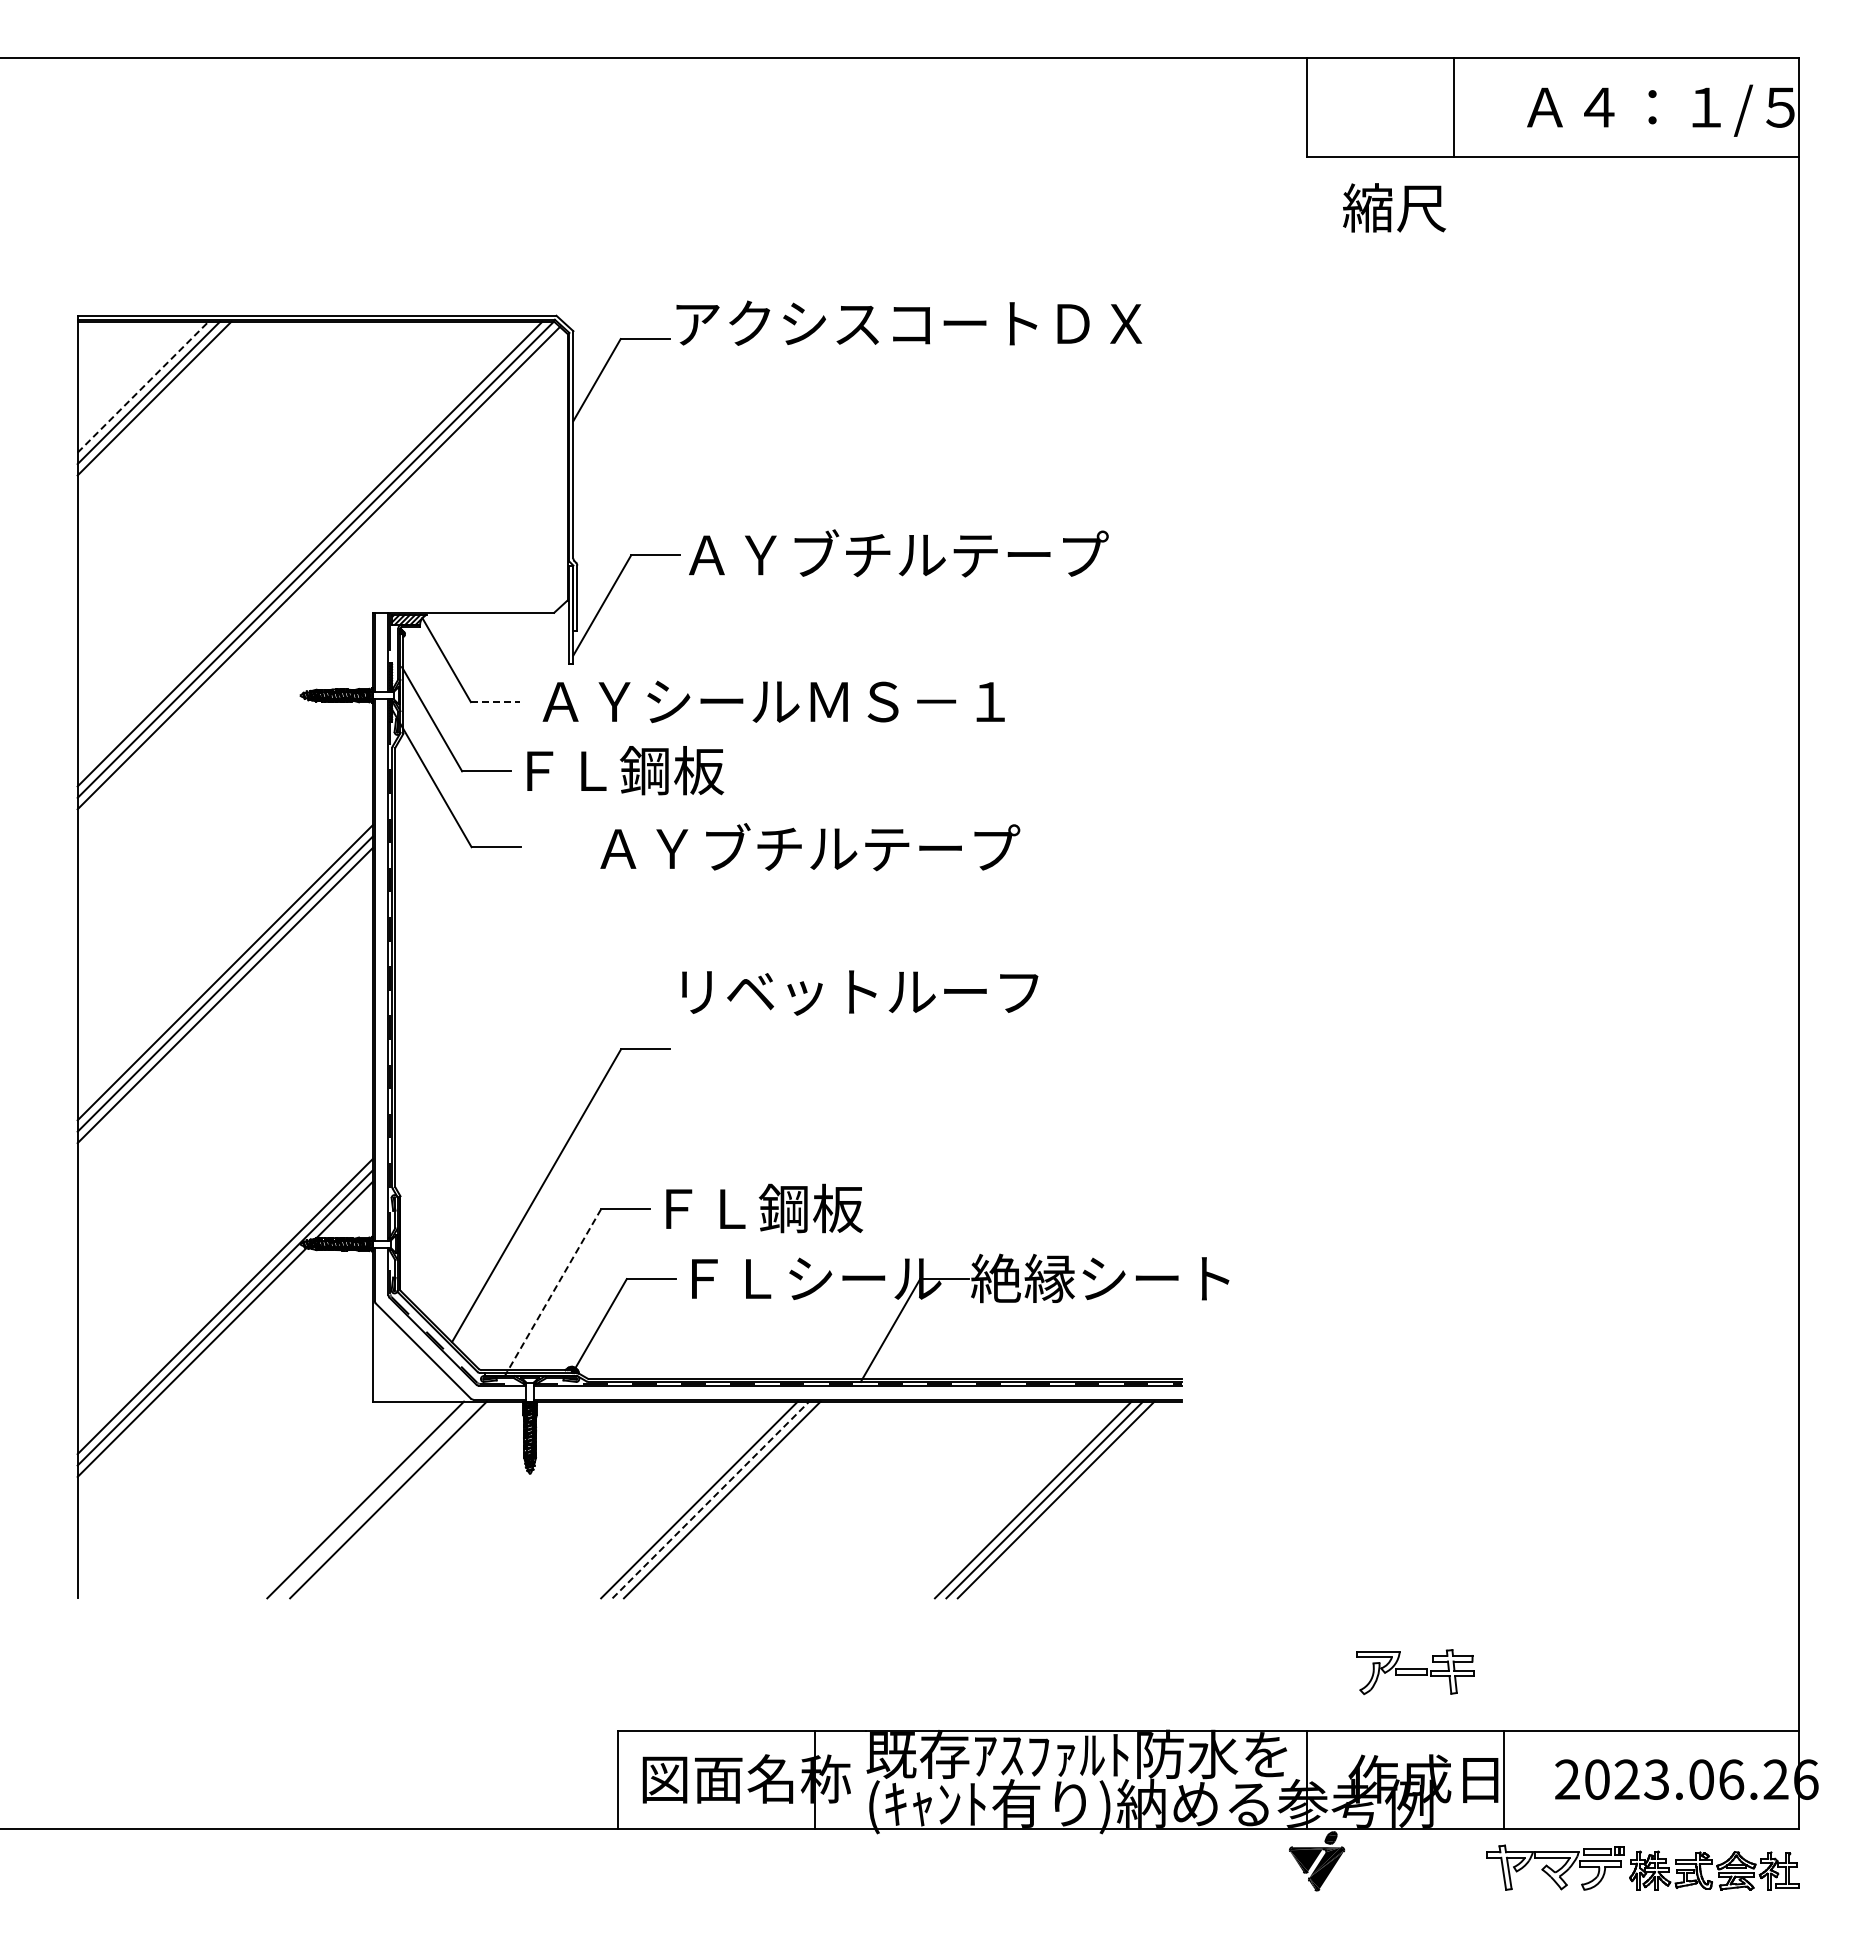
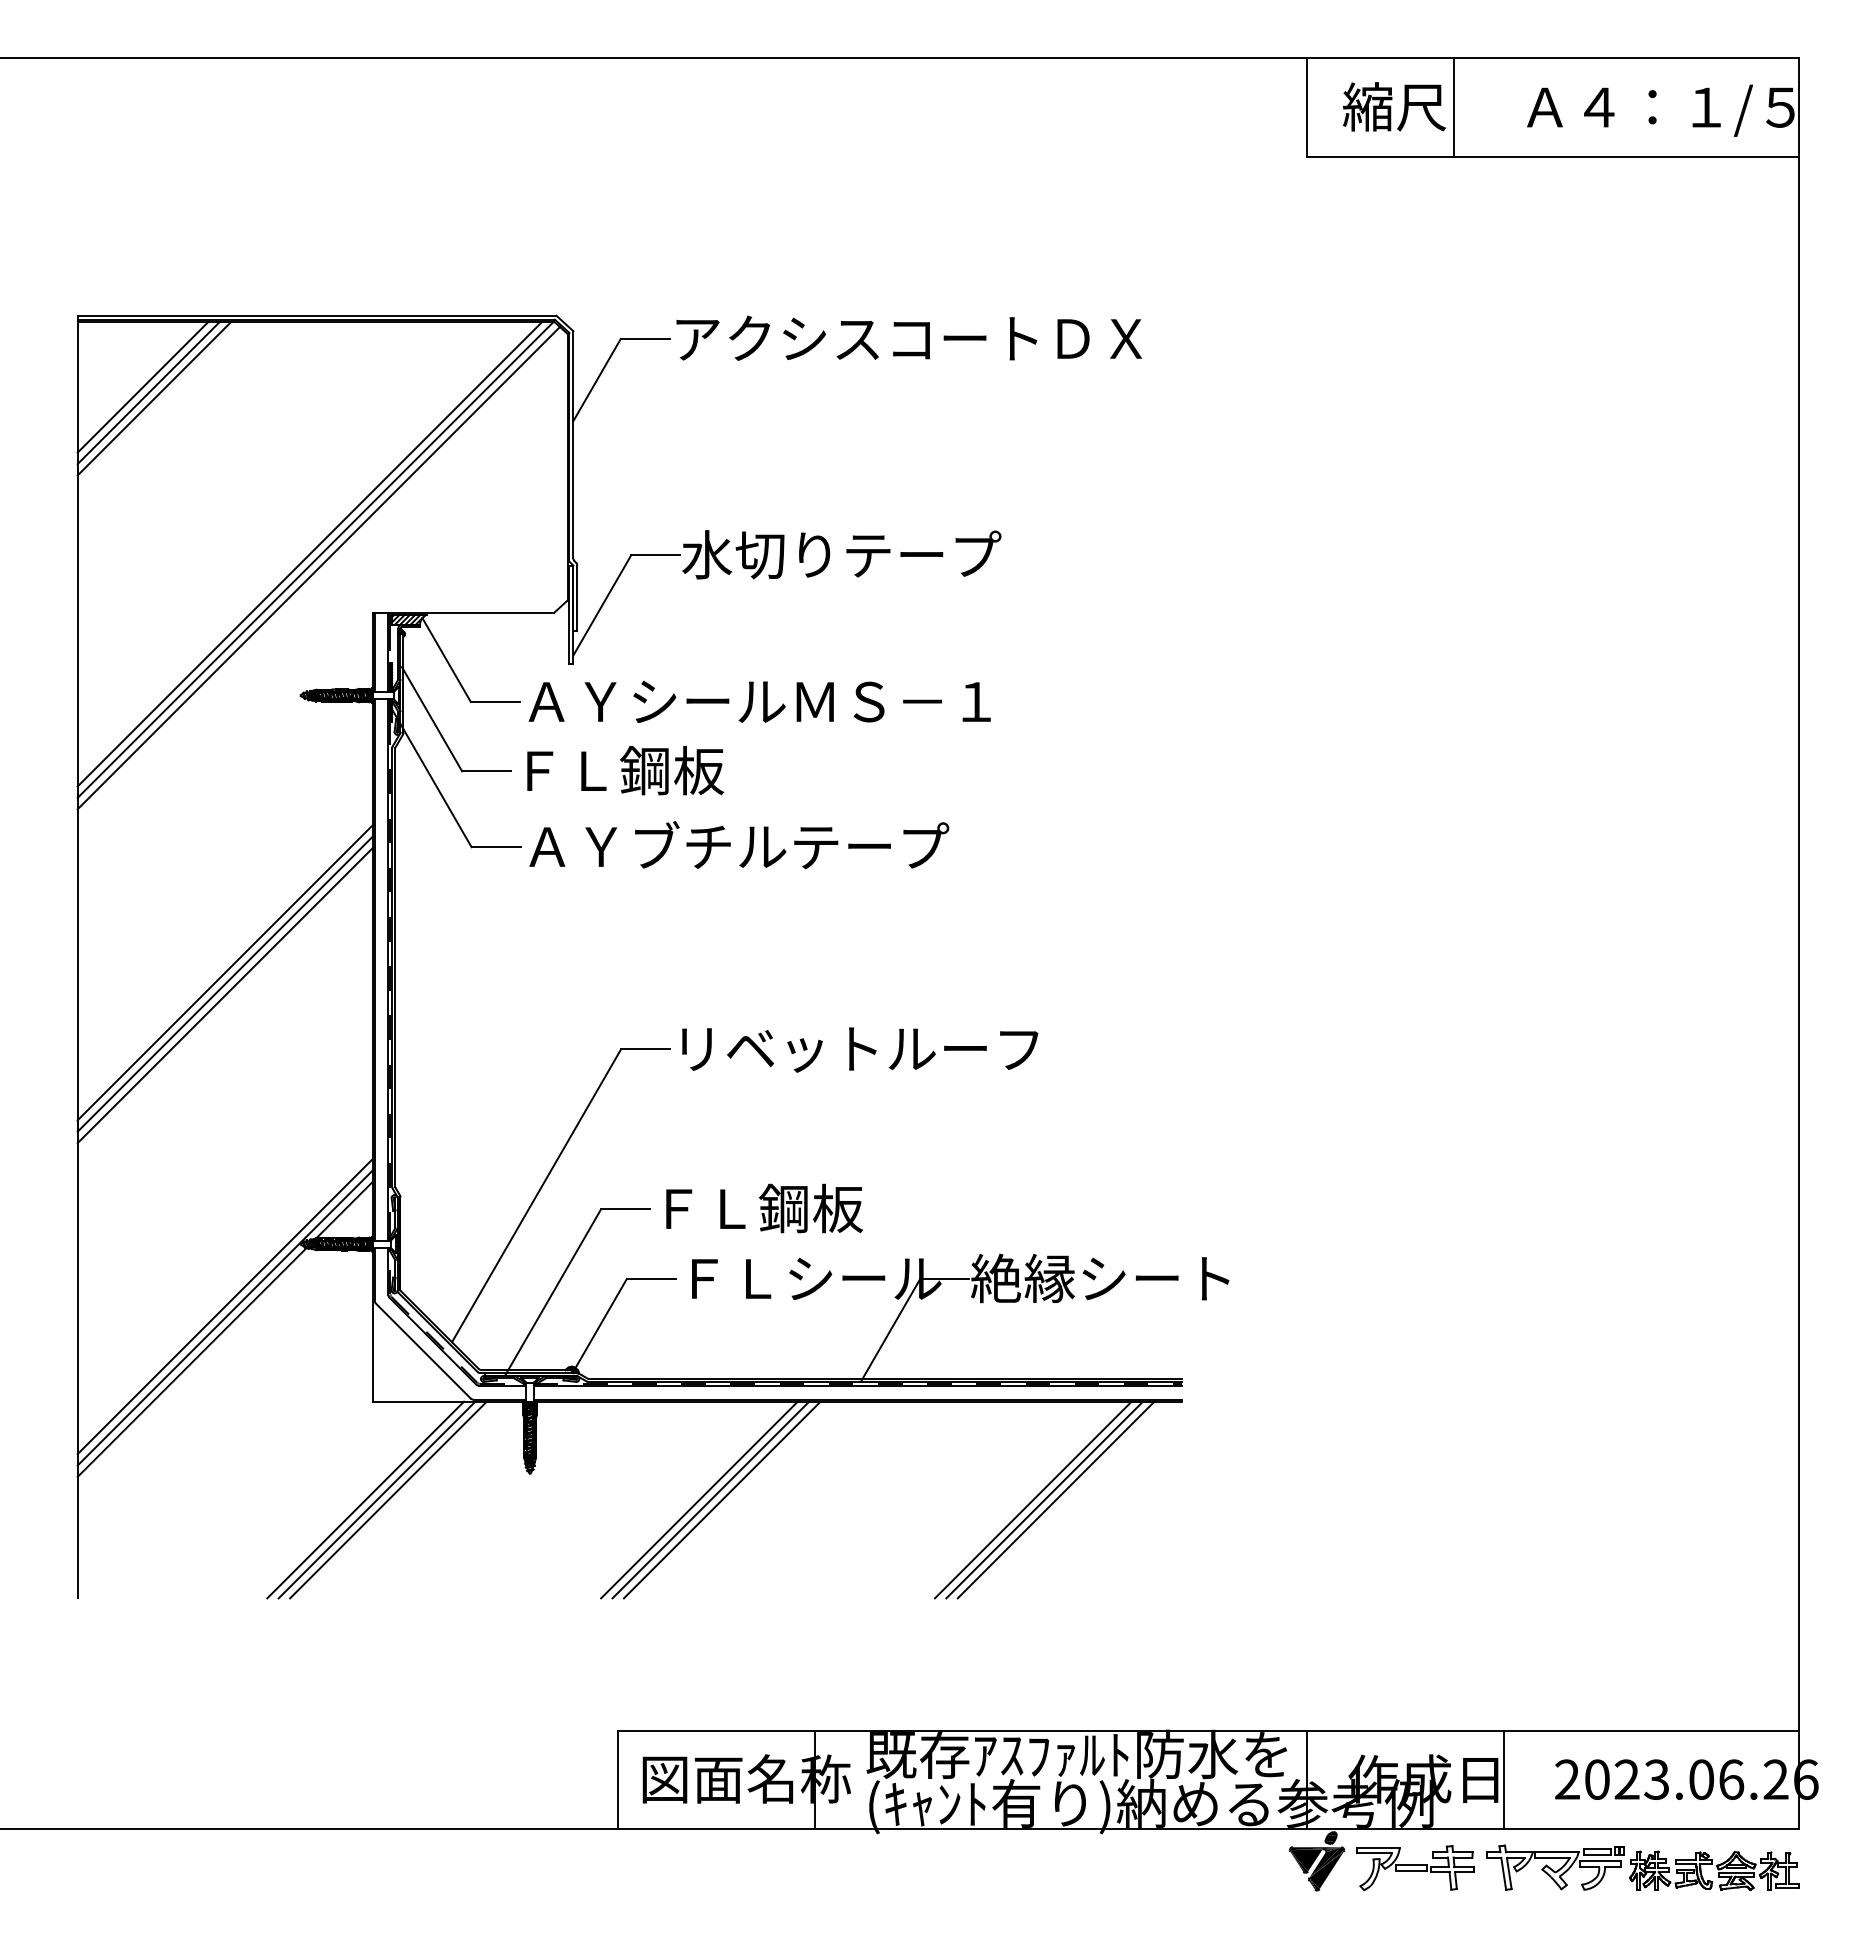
text at (1394, 207) position: (1394, 207) -> (1394, 106)
text at (909, 322) position: (909, 322) -> (909, 337)
line at (143, 387): dashed -> solid
text at (895, 554): ＡＹブチルテープ -> 水切りテープ
text at (773, 701) position: (773, 701) -> (759, 701)
line at (495, 702): dashed -> solid
text at (810, 847) position: (810, 847) -> (739, 845)
text at (860, 992) position: (860, 992) -> (860, 1049)
line at (552, 1293): dashed -> solid
line at (376, 1499): none -> present
line at (711, 1499): dashed -> solid
part at (1415, 1672) position: (1415, 1672) -> (1415, 1868)
